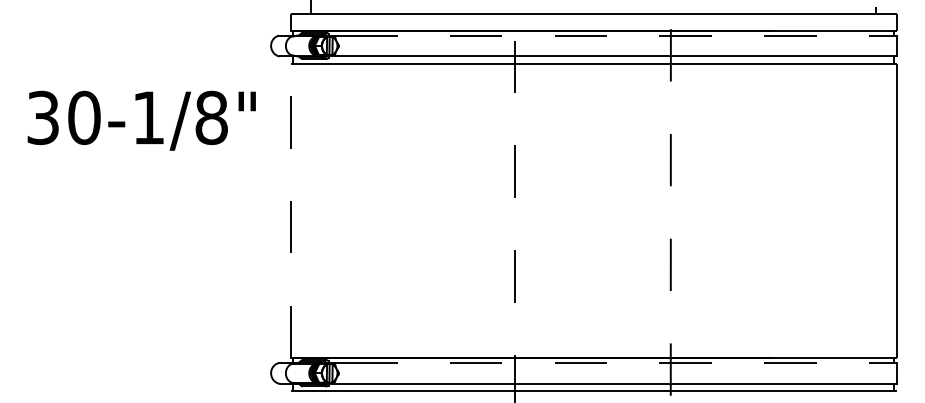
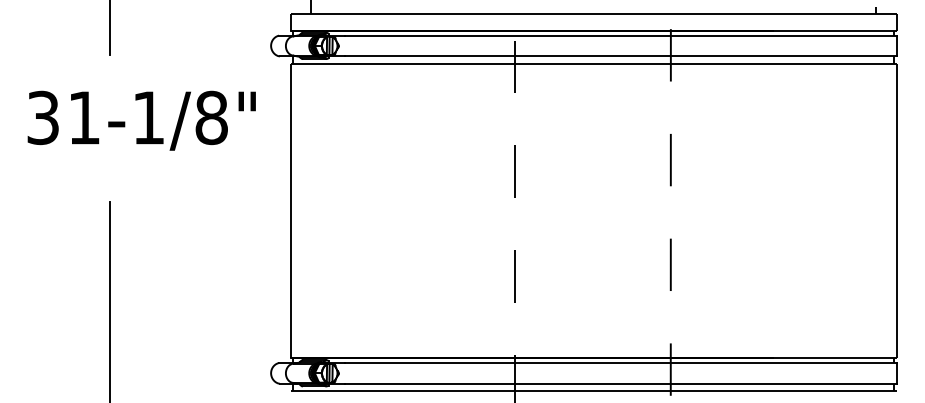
line at (109, 28): none -> present
line at (621, 35): dashed -> solid
text at (84, 117): 30-1/8" -> 31-1/8"
line at (290, 210): dashed -> solid
line at (109, 300): none -> present
line at (621, 362): dashed -> solid
